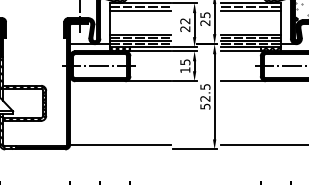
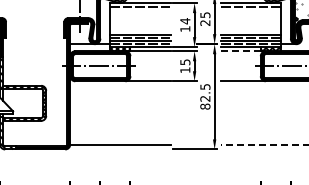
line at (140, 11): present -> none
line at (250, 11): present -> none
text at (185, 24): 22 -> 14
line at (241, 51): solid -> dashed
text at (205, 106): 52.5 -> 82.5
line at (264, 145): solid -> dashed
